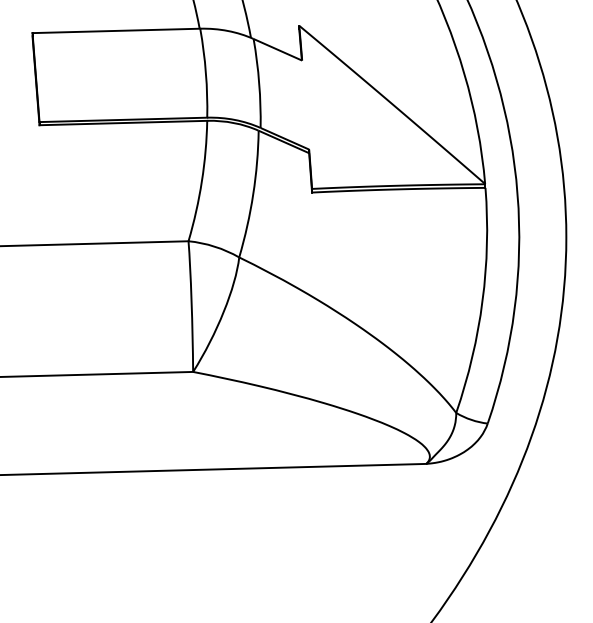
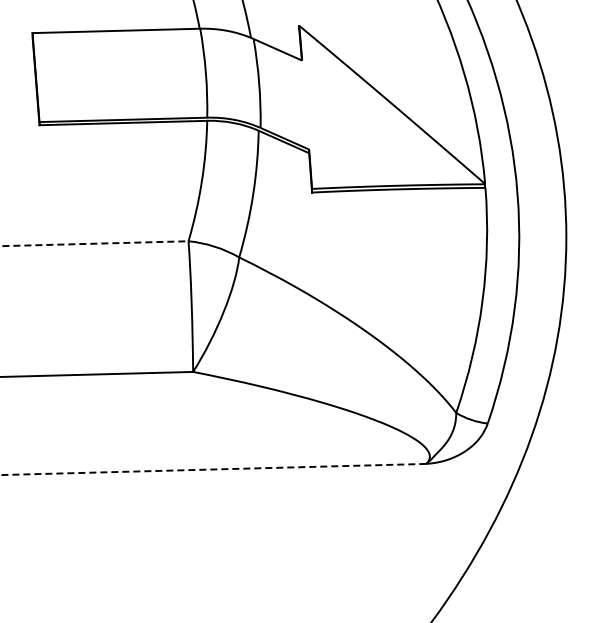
line at (94, 243): solid -> dashed
line at (213, 469): solid -> dashed
